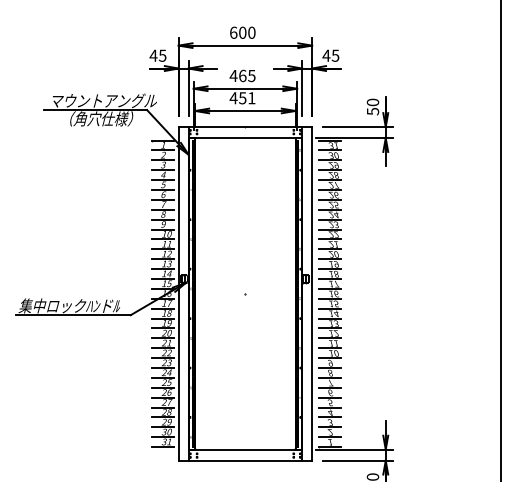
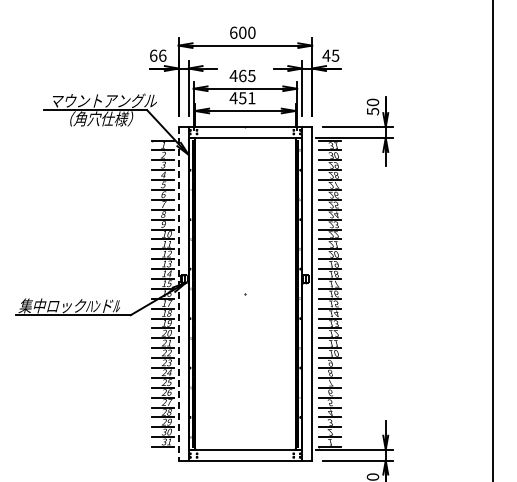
text at (157, 55): 45 -> 66
line at (501, 240) position: (501, 240) -> (493, 240)
line at (178, 293): solid -> dashed
